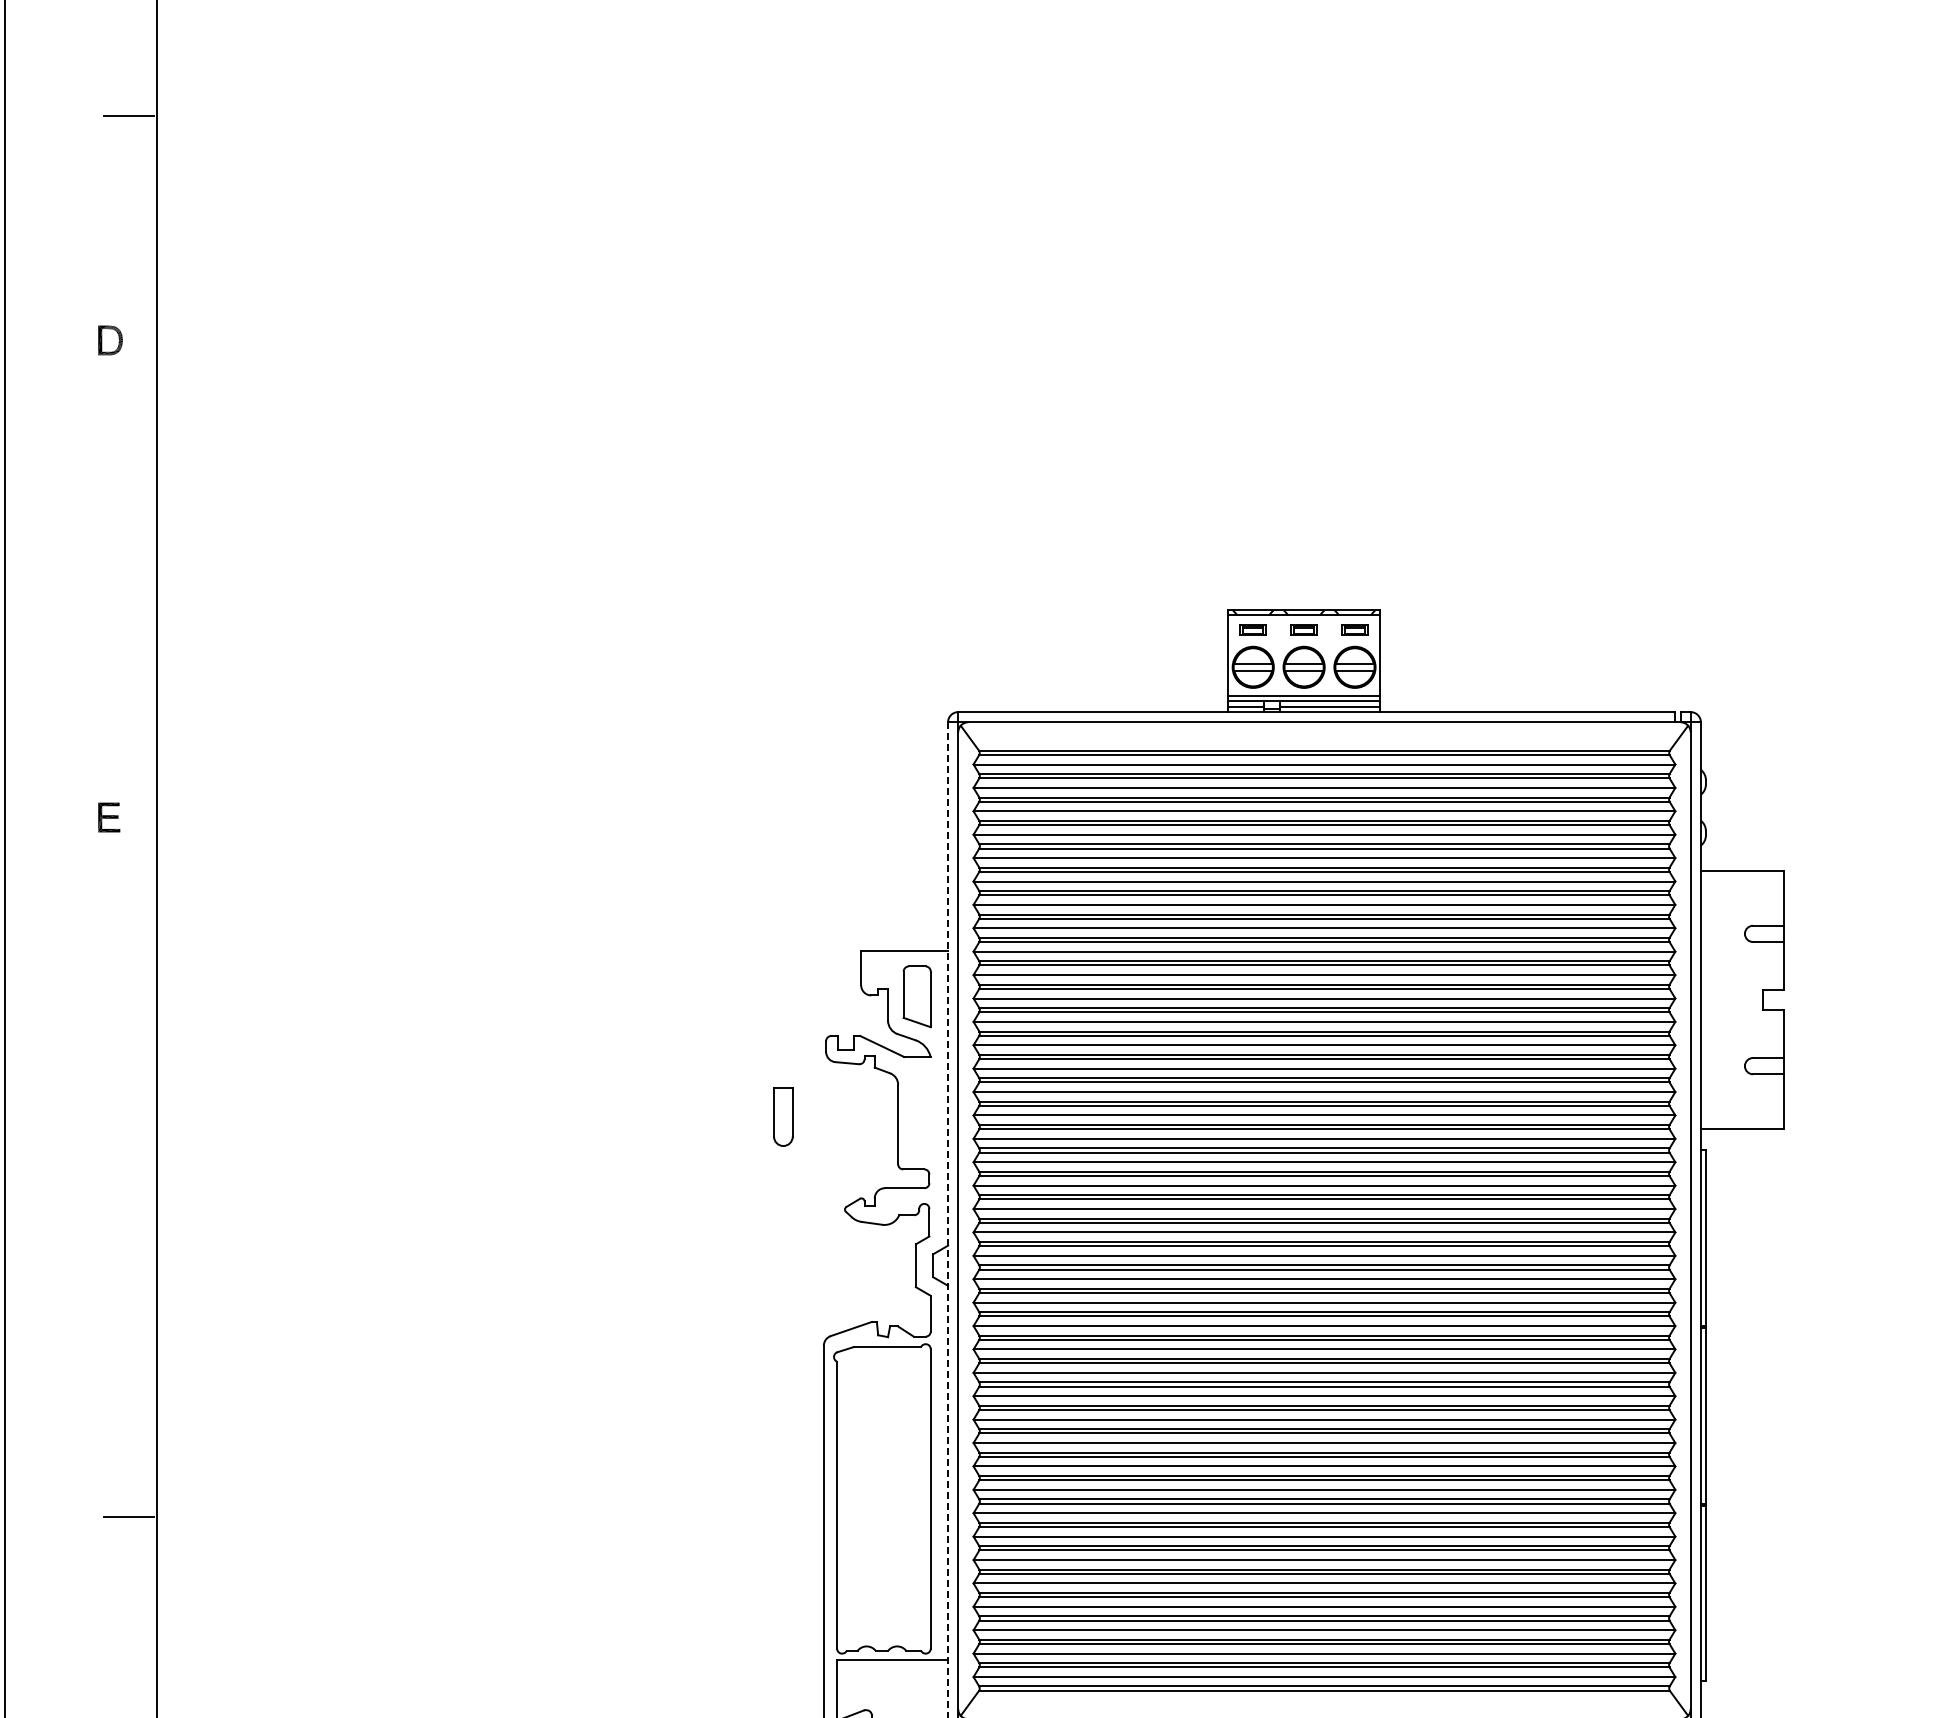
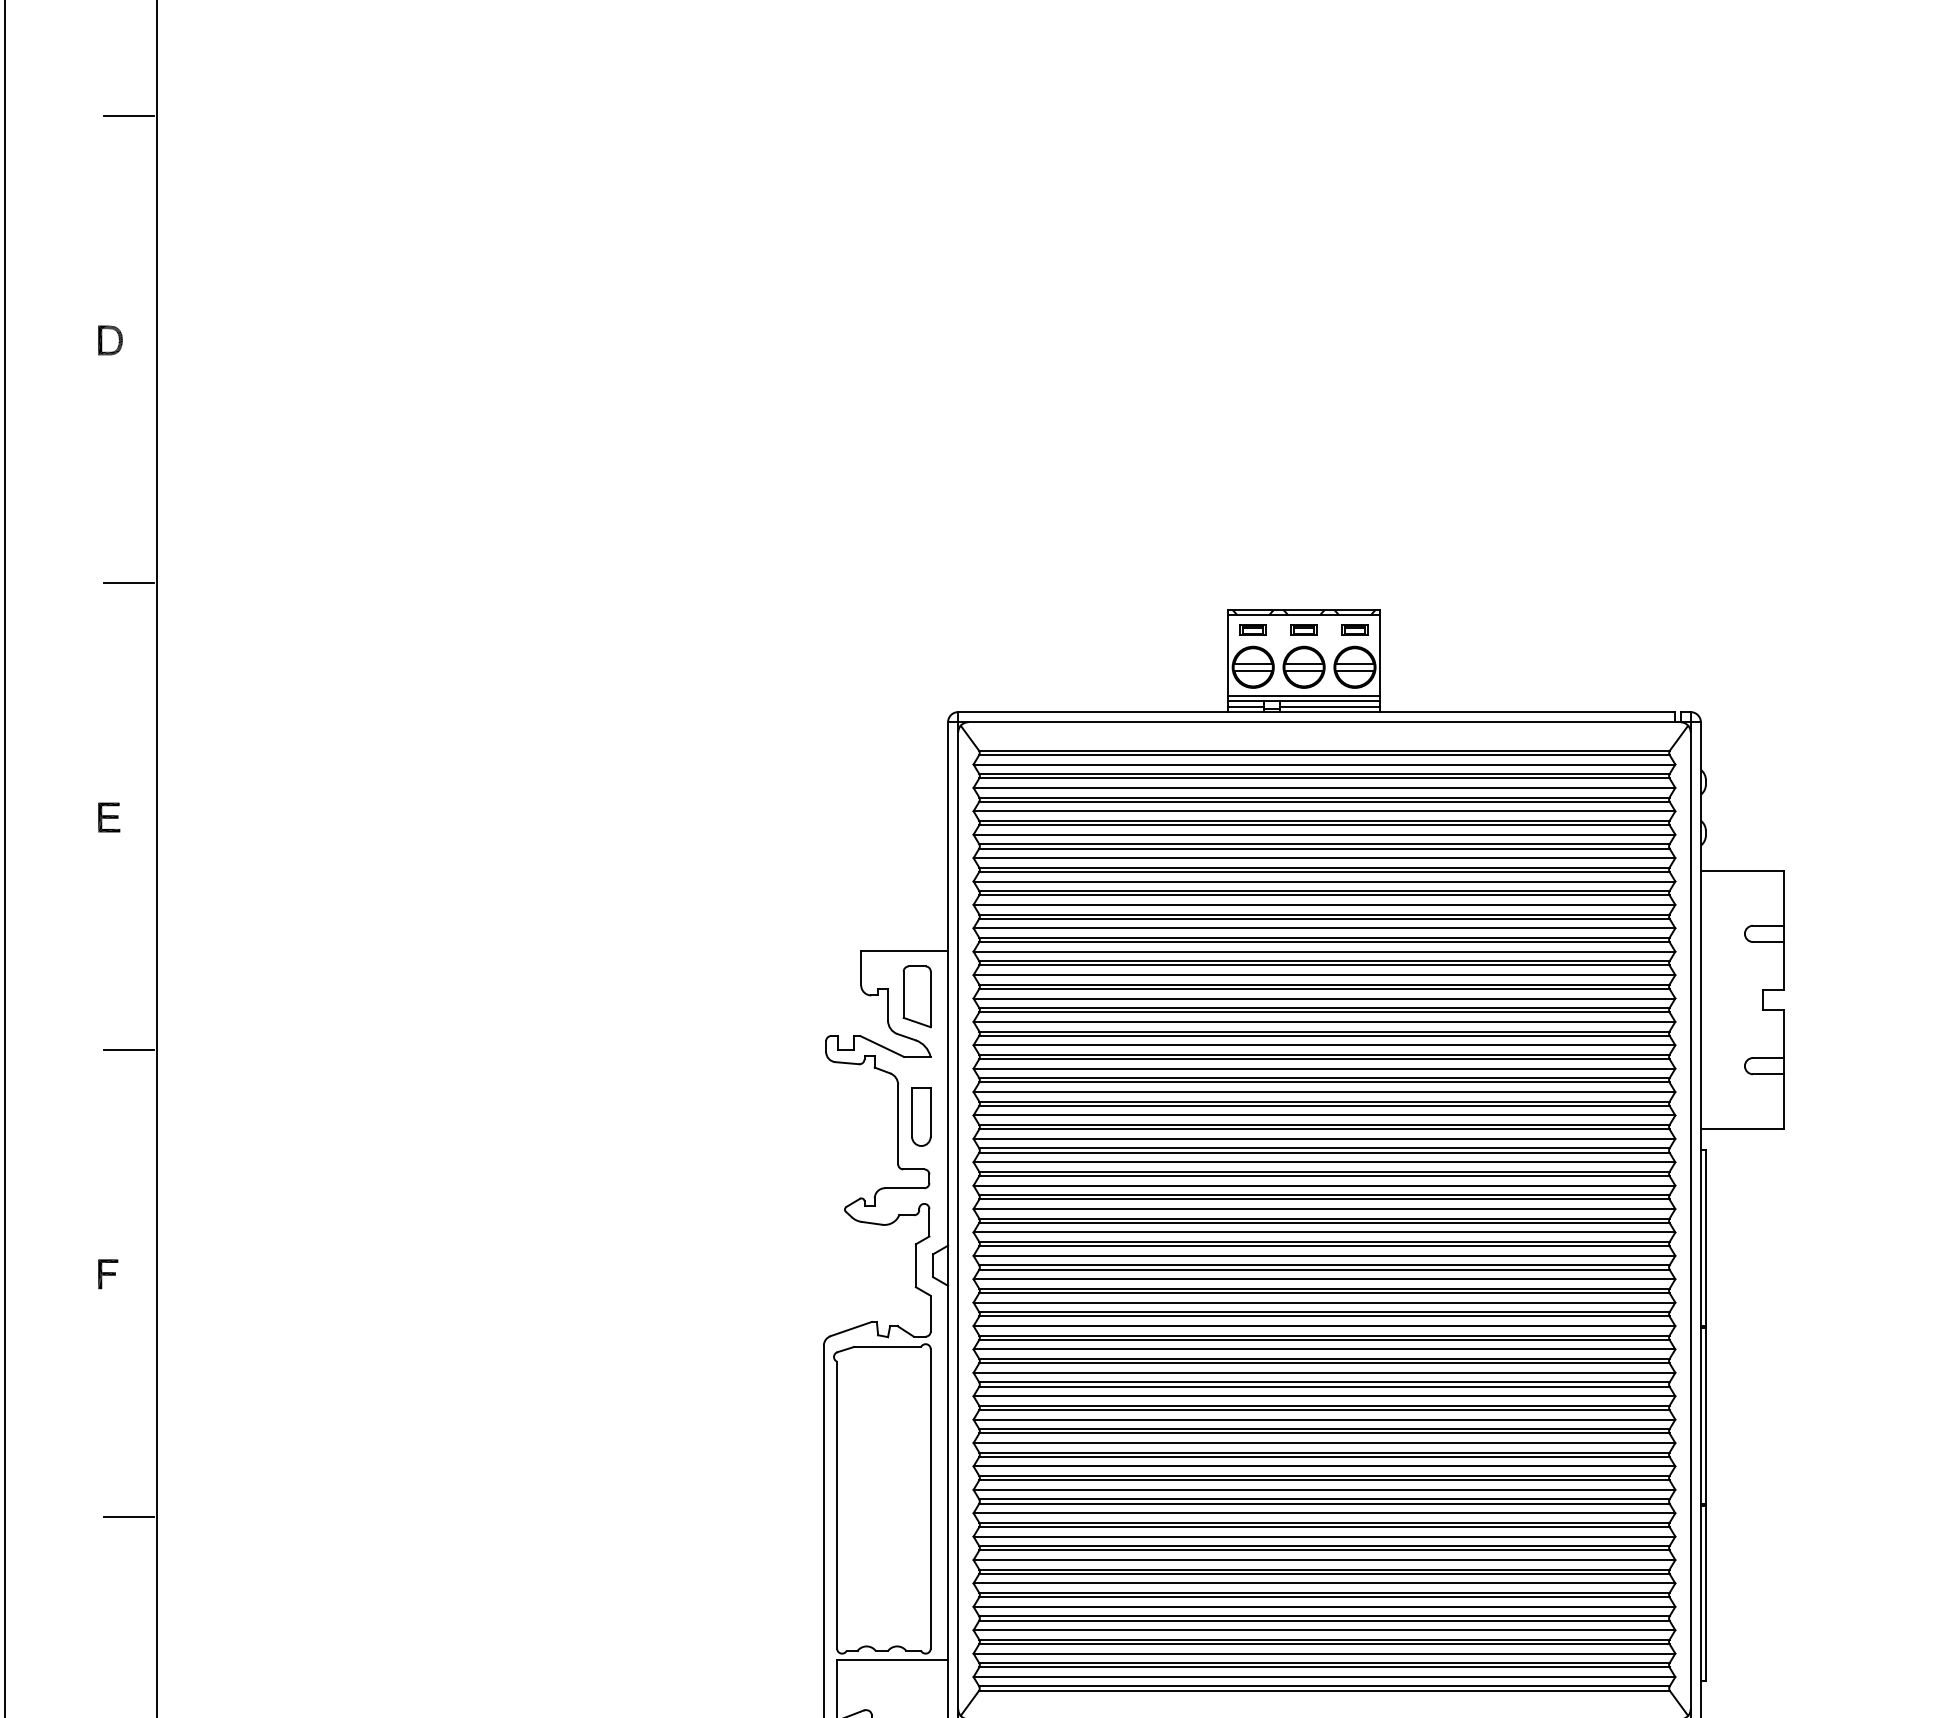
line at (128, 583): none -> present
line at (128, 1050): none -> present
part at (783, 1116) position: (783, 1116) -> (921, 1116)
line at (948, 1220): dashed -> solid
part at (108, 1274): none -> present
